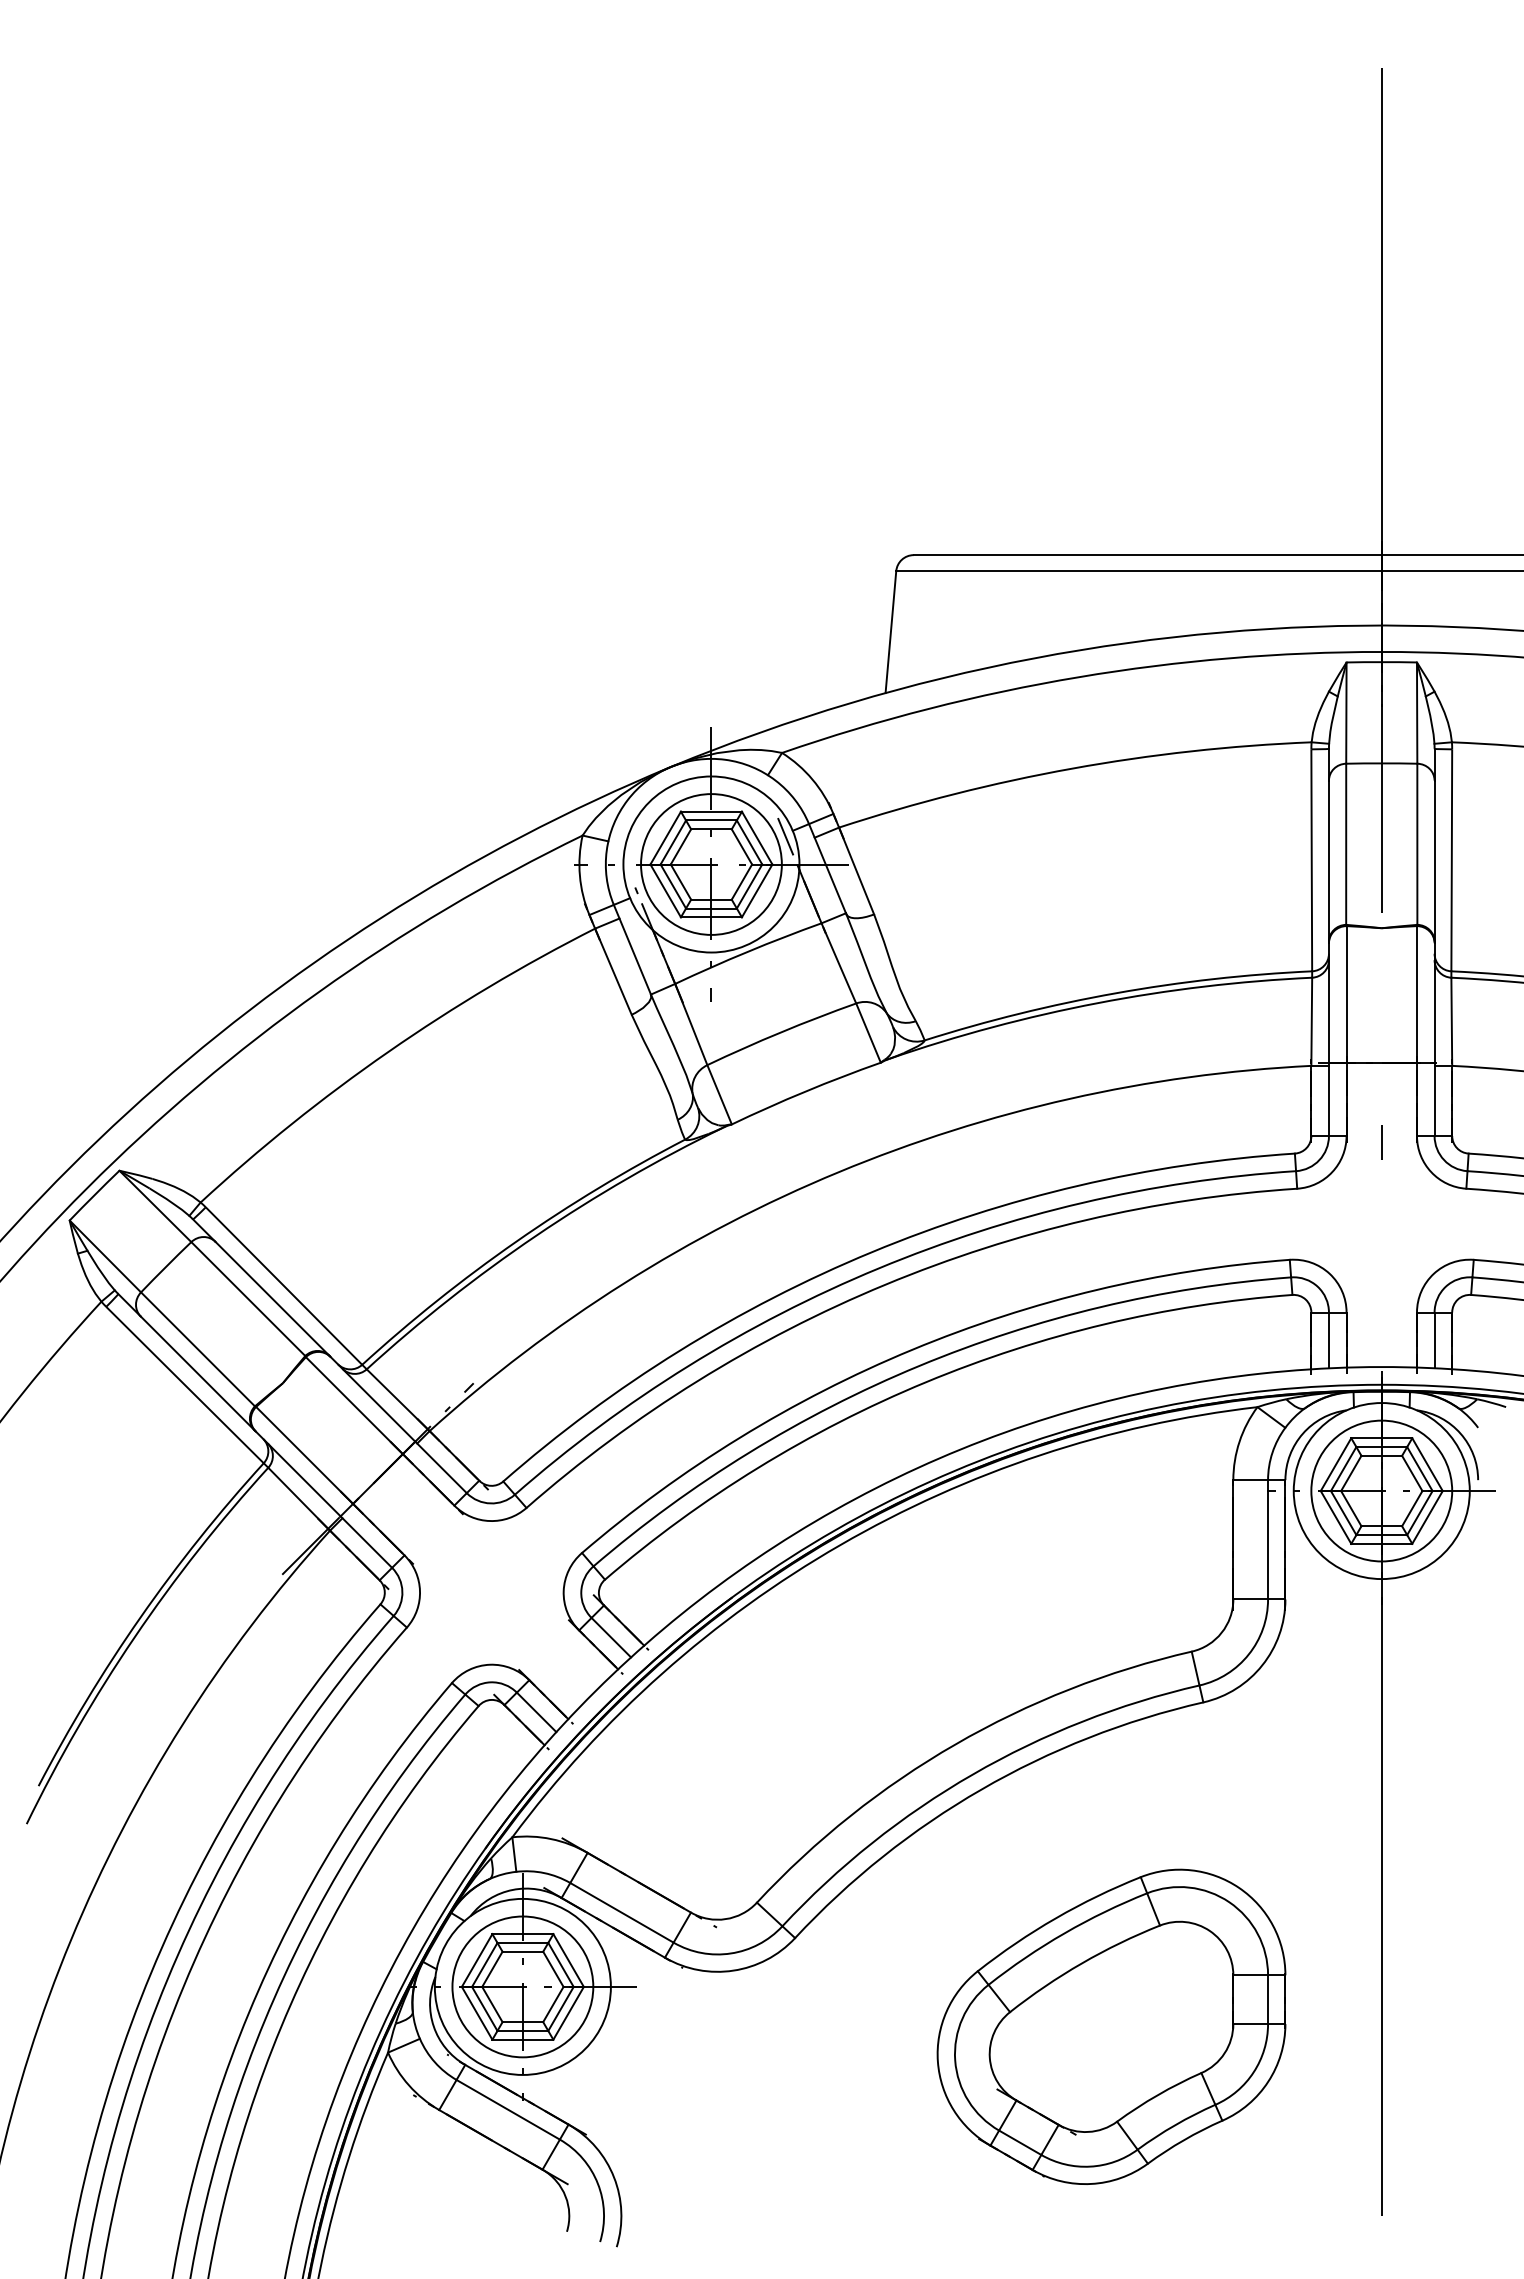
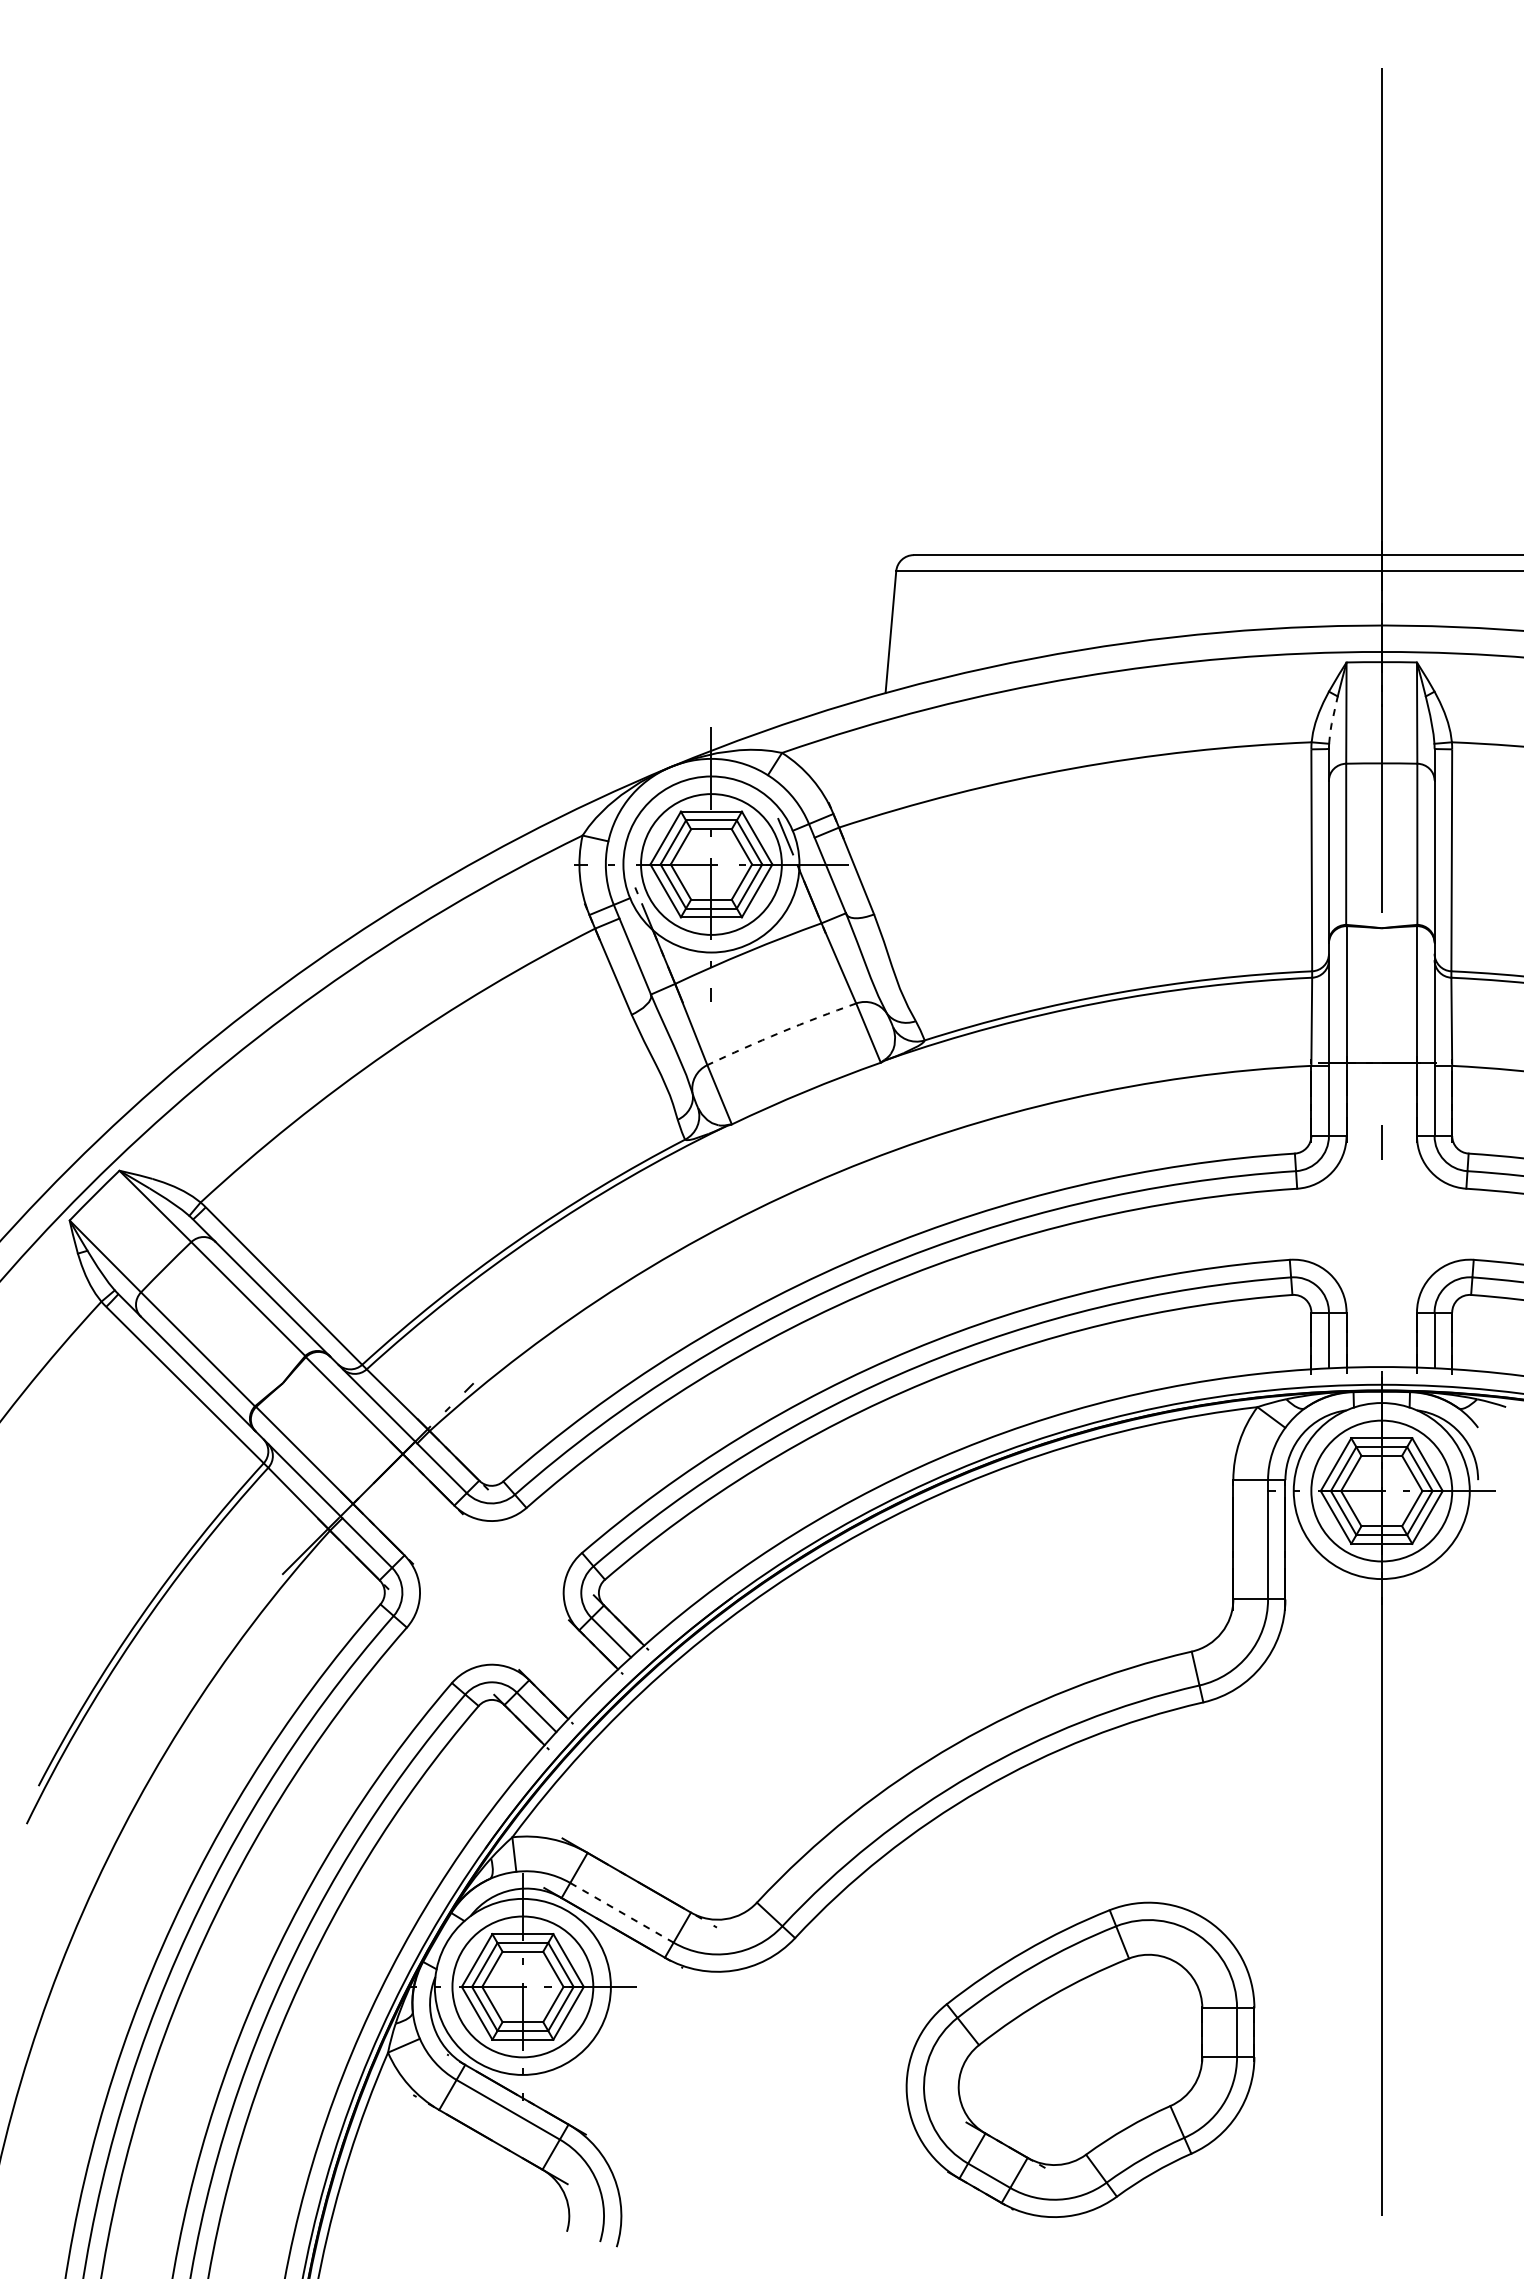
line at (1332, 721): solid -> dashed
arc at (781, 1032): solid -> dashed
line at (621, 1912): solid -> dashed
part at (1111, 2026) position: (1111, 2026) -> (1080, 2059)
